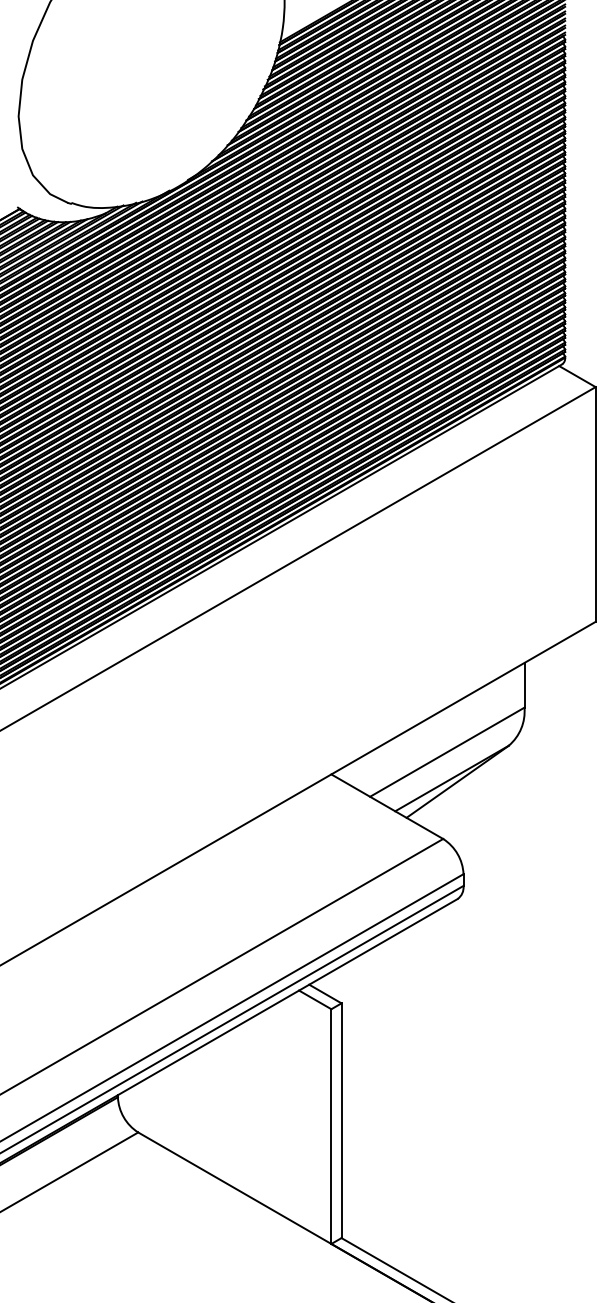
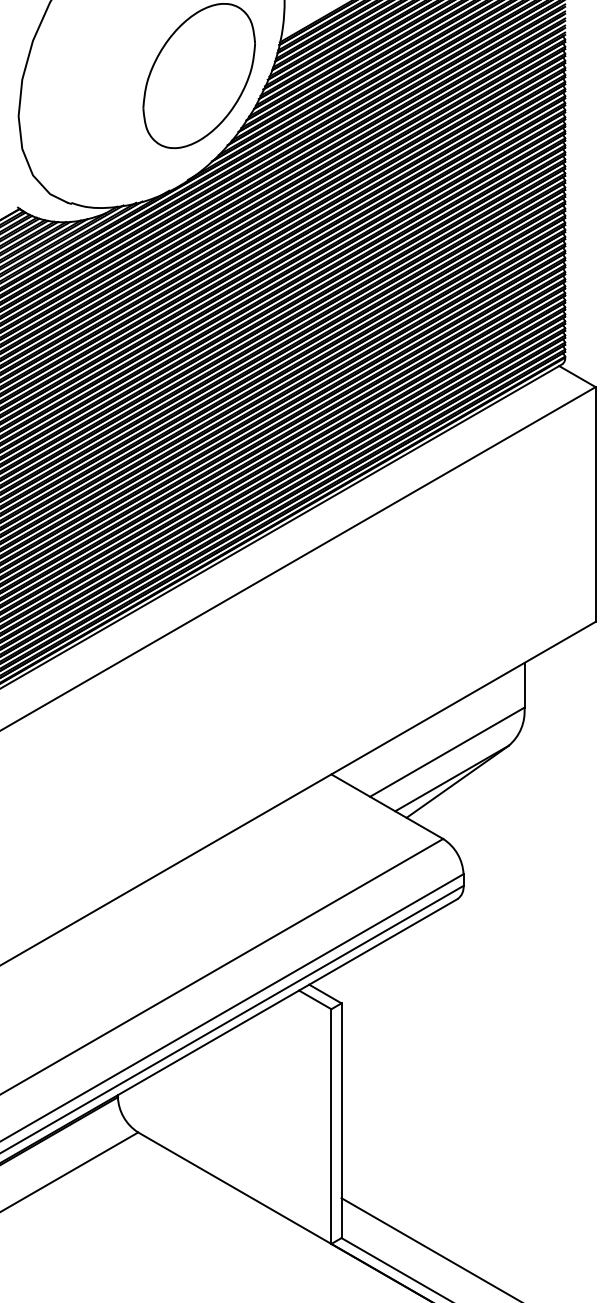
part at (198, 76): none -> present
line at (429, 1248): none -> present
